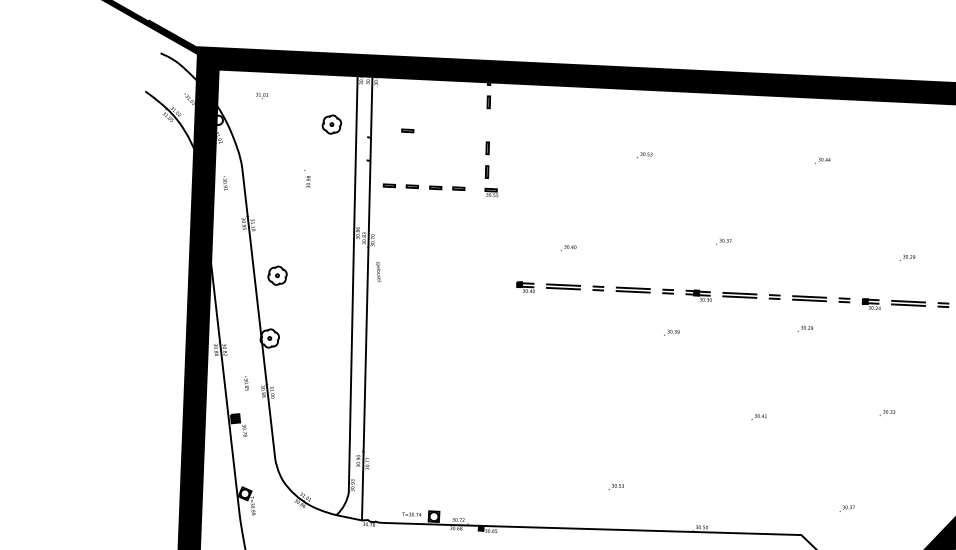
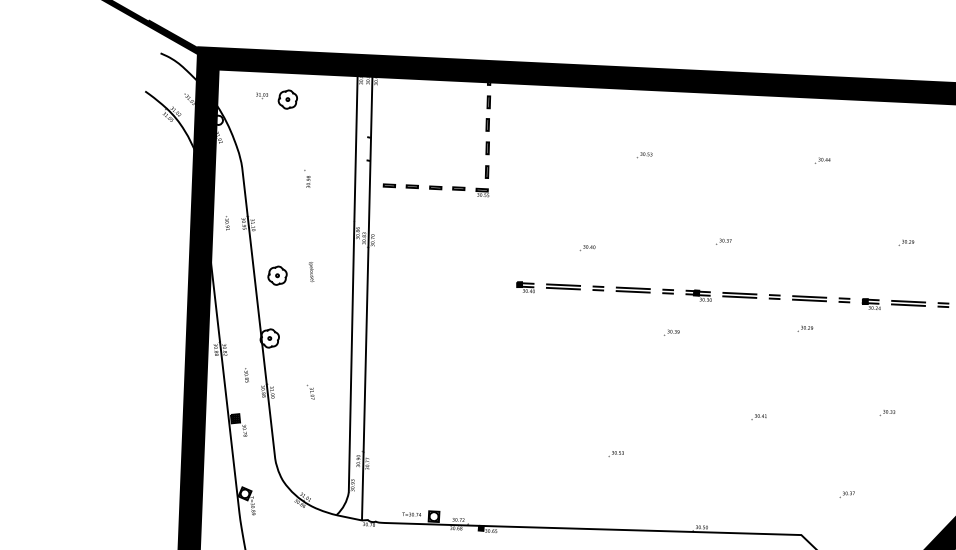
part at (331, 124) position: (331, 124) -> (287, 99)
part at (487, 124): none -> present
part at (407, 130): present -> none
part at (225, 183) position: (225, 183) -> (227, 223)
part at (491, 192) position: (491, 192) -> (482, 192)
part at (568, 248) position: (568, 248) -> (587, 248)
part at (907, 257) position: (907, 257) -> (906, 242)
text at (378, 272) position: (378, 272) -> (311, 272)
part at (246, 383) position: (246, 383) -> (246, 375)
part at (310, 391): none -> present
part at (615, 486) position: (615, 486) -> (615, 453)
part at (846, 508) position: (846, 508) -> (846, 494)
